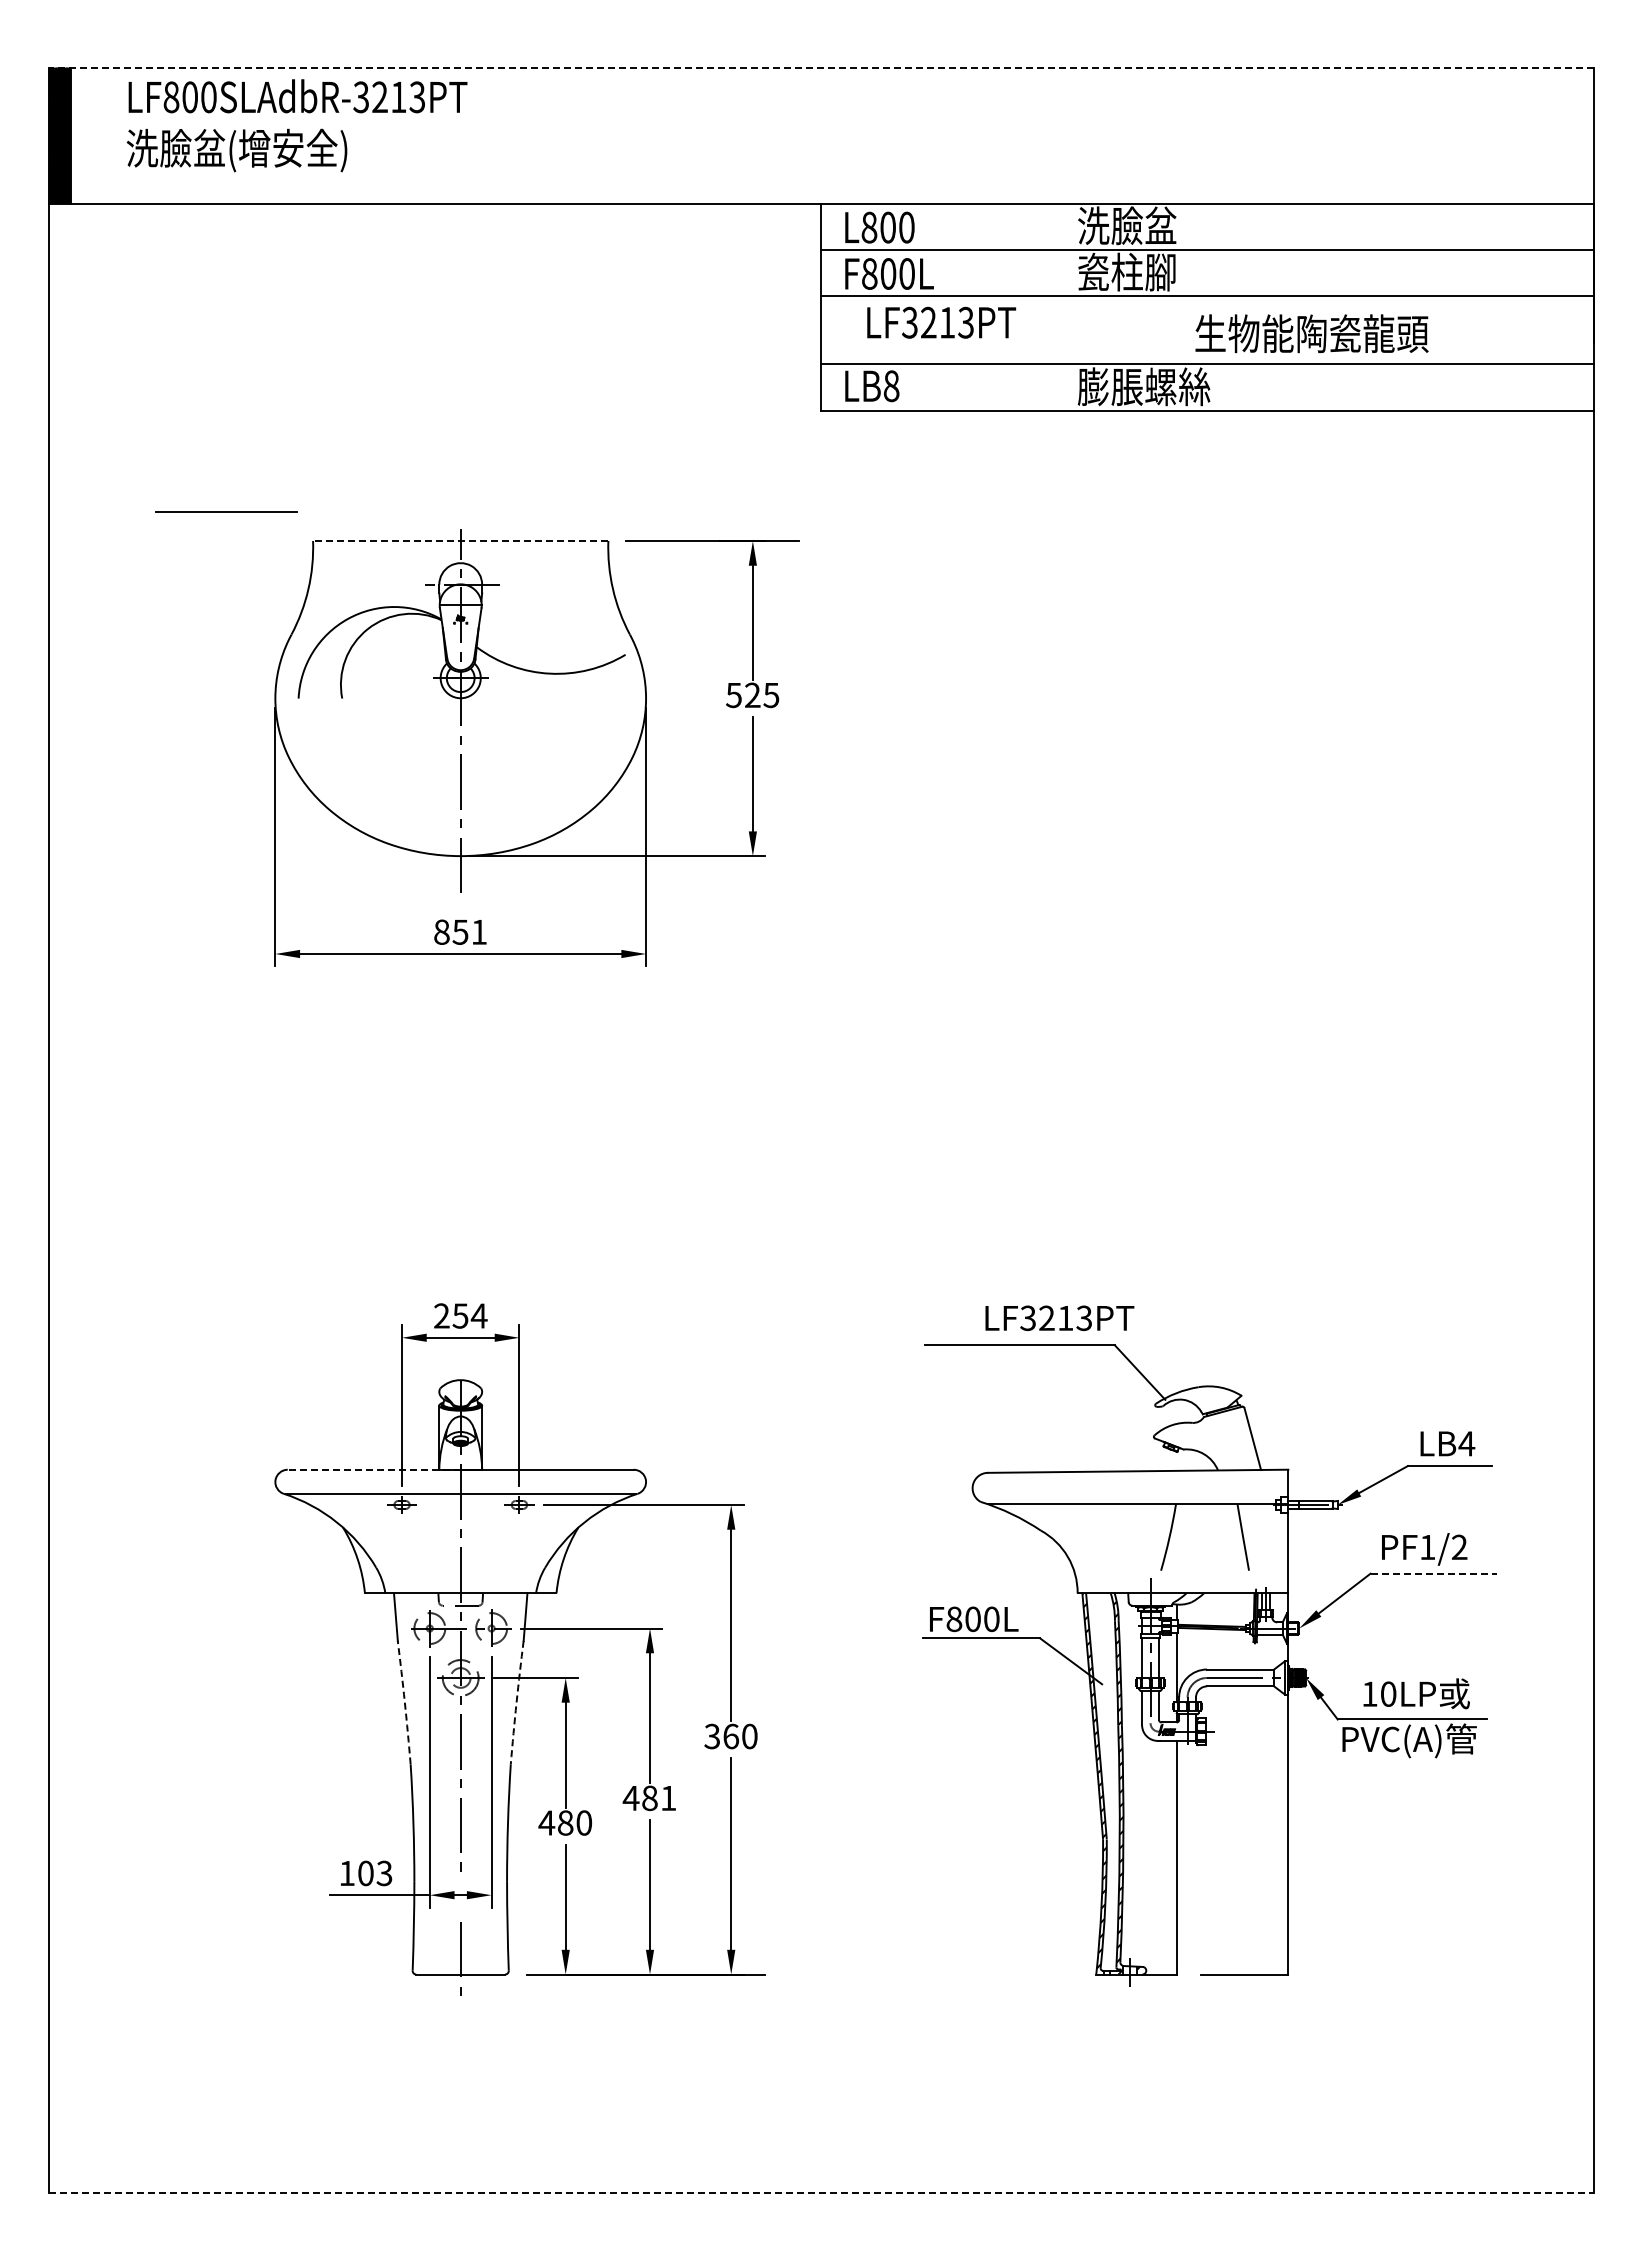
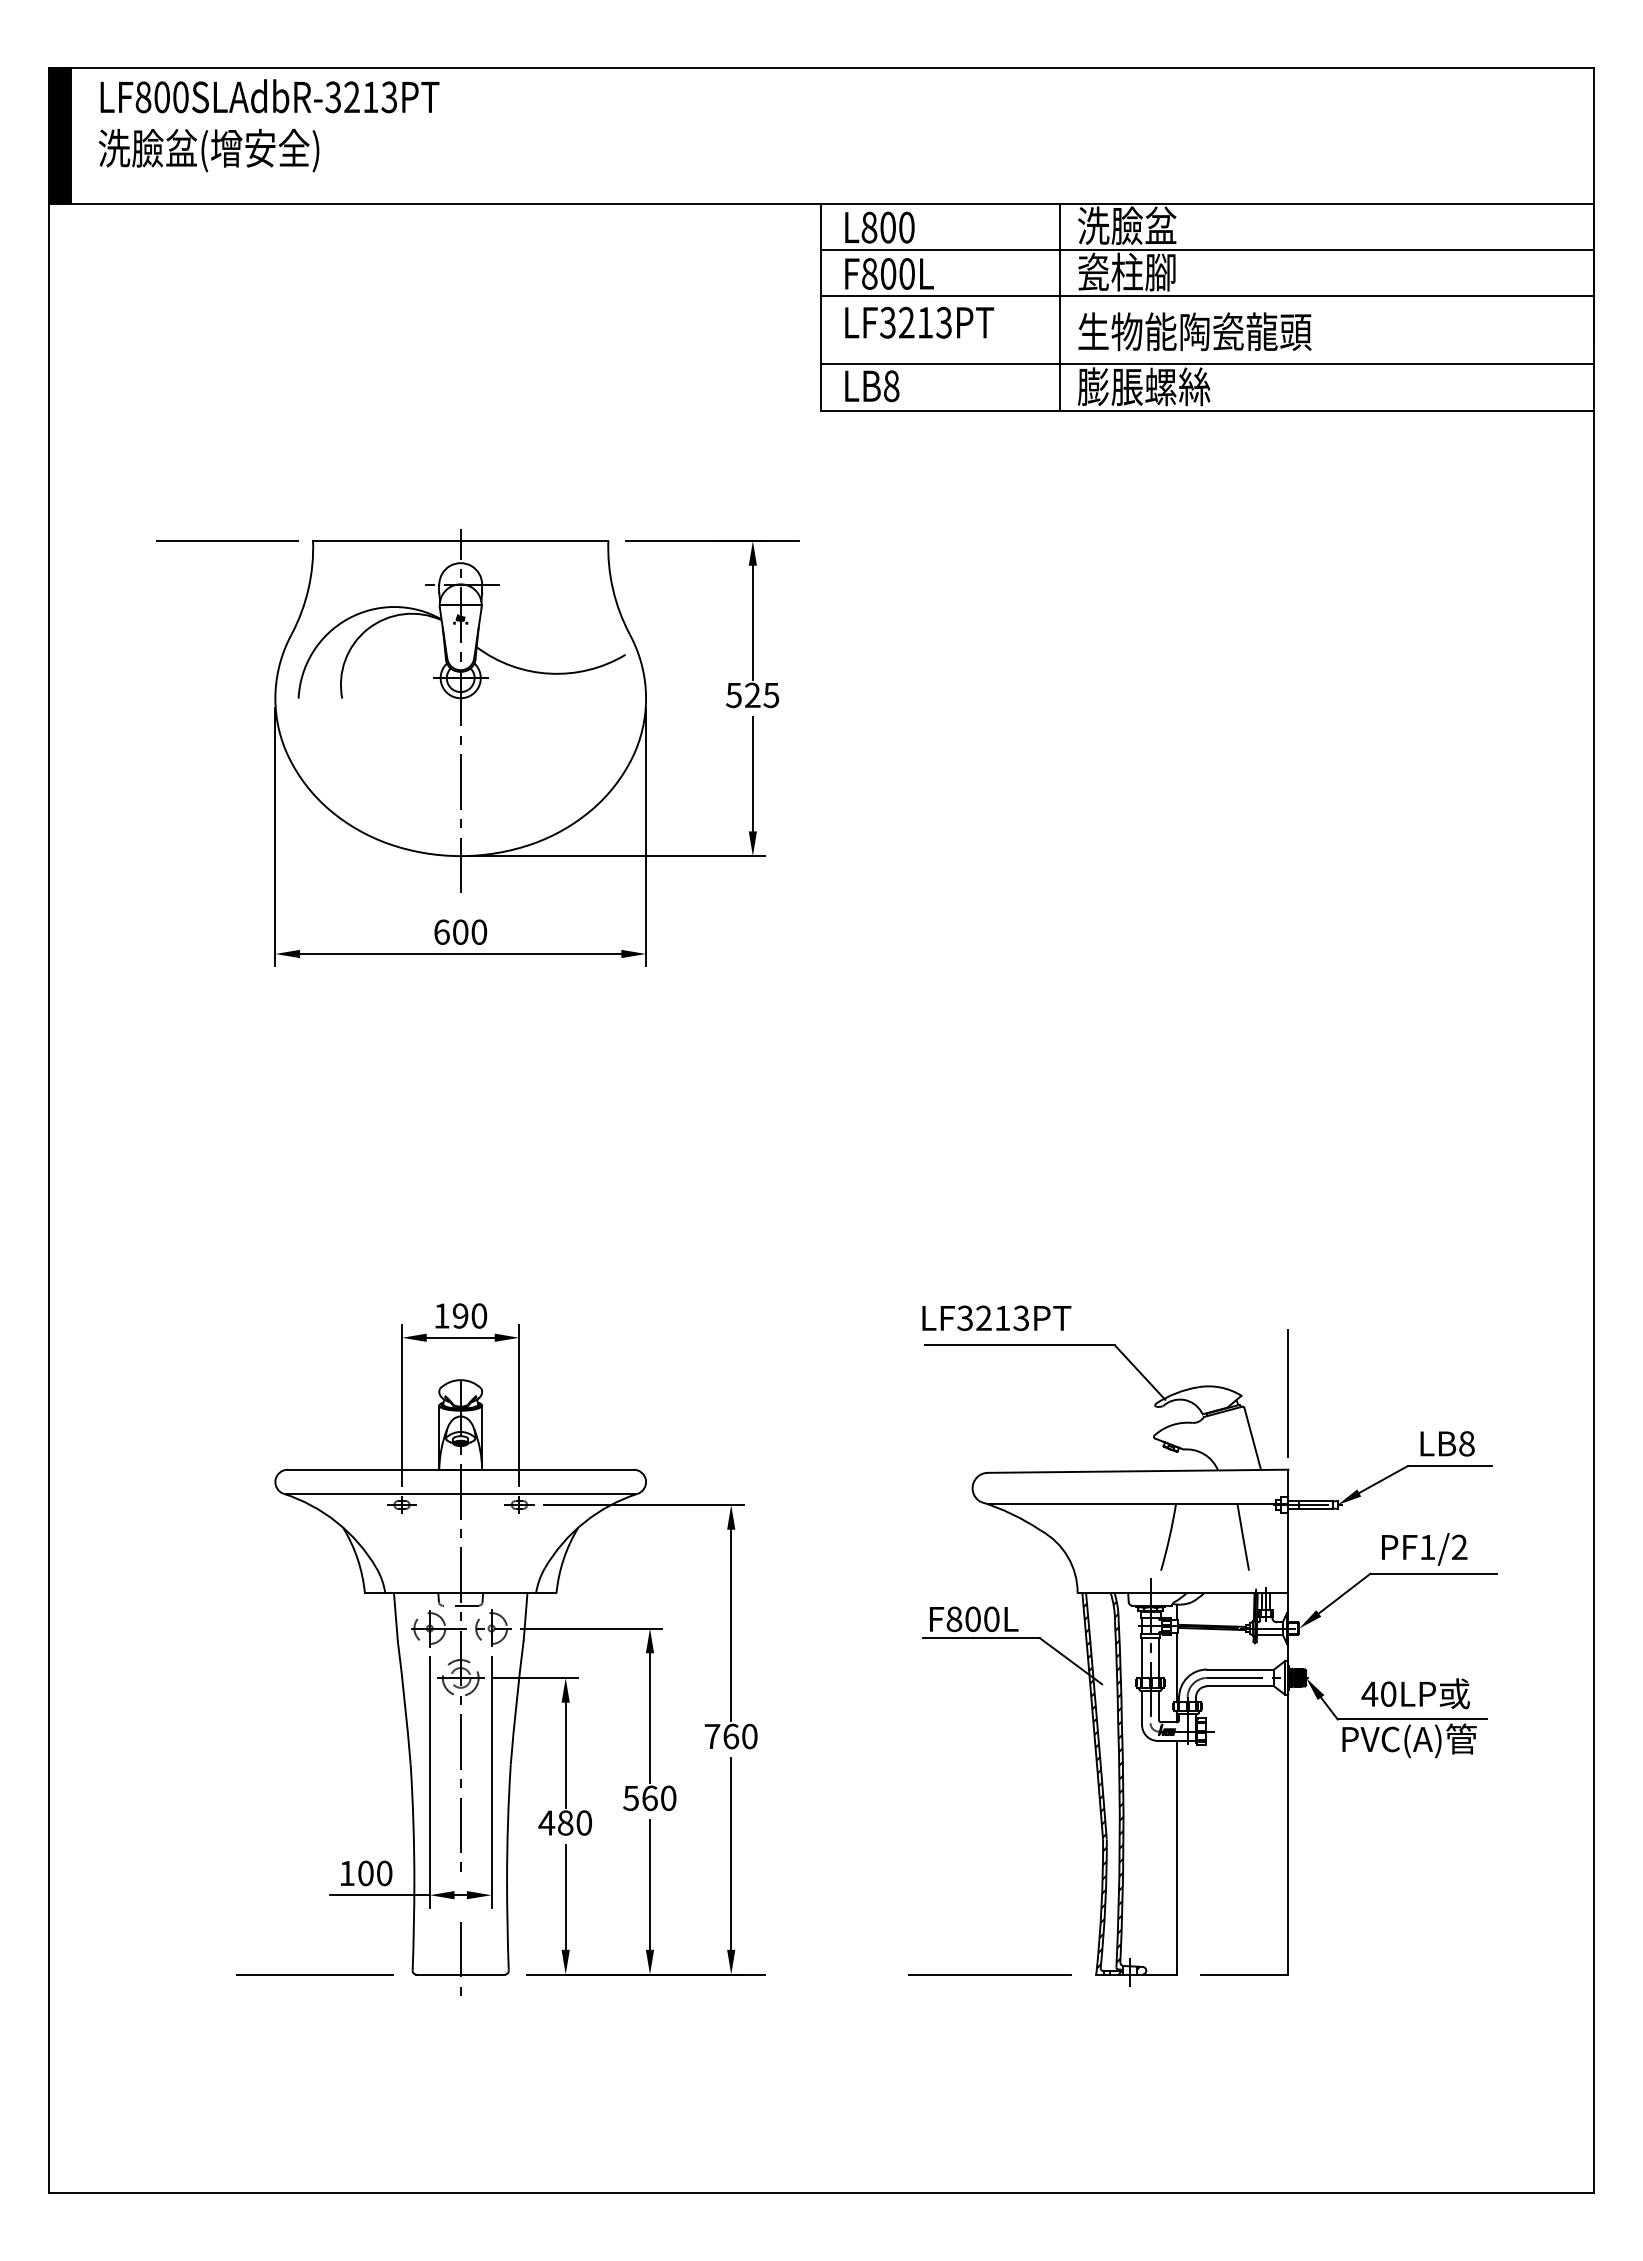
line at (820, 67): dashed -> solid
text at (296, 125) position: (296, 125) -> (268, 125)
line at (1059, 306): none -> present
text at (941, 322) position: (941, 322) -> (919, 322)
text at (1311, 333) position: (1311, 333) -> (1194, 331)
line at (226, 511) position: (226, 511) -> (227, 540)
line at (460, 541): dashed -> solid
text at (460, 931): 851 -> 600
text at (460, 1315): 254 -> 190
text at (1059, 1317) position: (1059, 1317) -> (996, 1317)
line at (1288, 1393): none -> present
text at (1466, 1443): LB4 -> LB8
line at (373, 1469): dashed -> solid
line at (1434, 1573): dashed -> solid
text at (1369, 1693): 10LP -> 40LP
arc at (404, 1702): dashed -> solid
arc at (516, 1702): dashed -> solid
text at (712, 1736): 360 -> 760
text at (649, 1798): 481 -> 560
text at (384, 1873): 103 -> 100
line at (314, 1974): none -> present
line at (990, 1974): none -> present
line at (821, 2193): dashed -> solid
